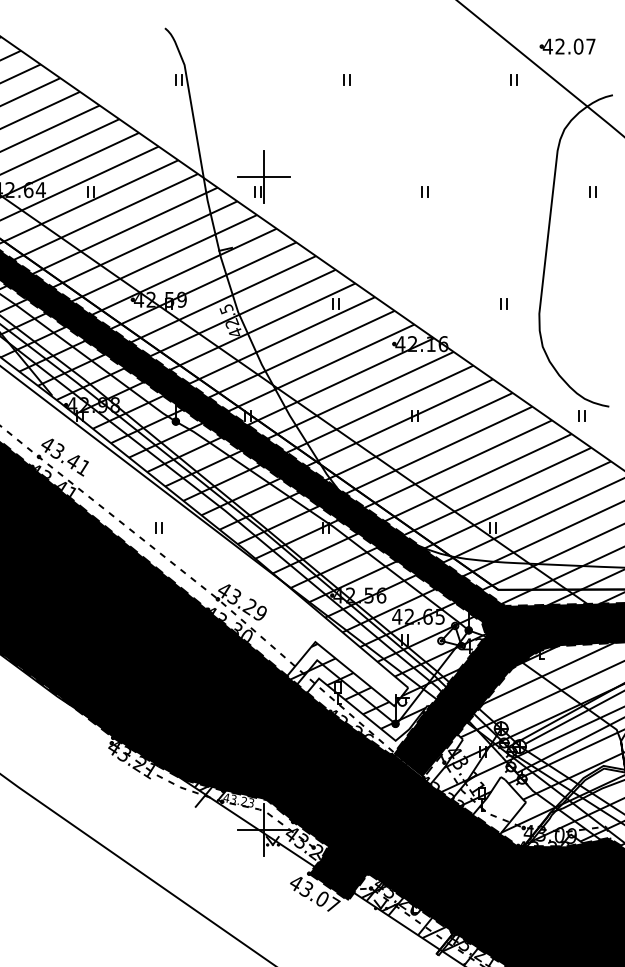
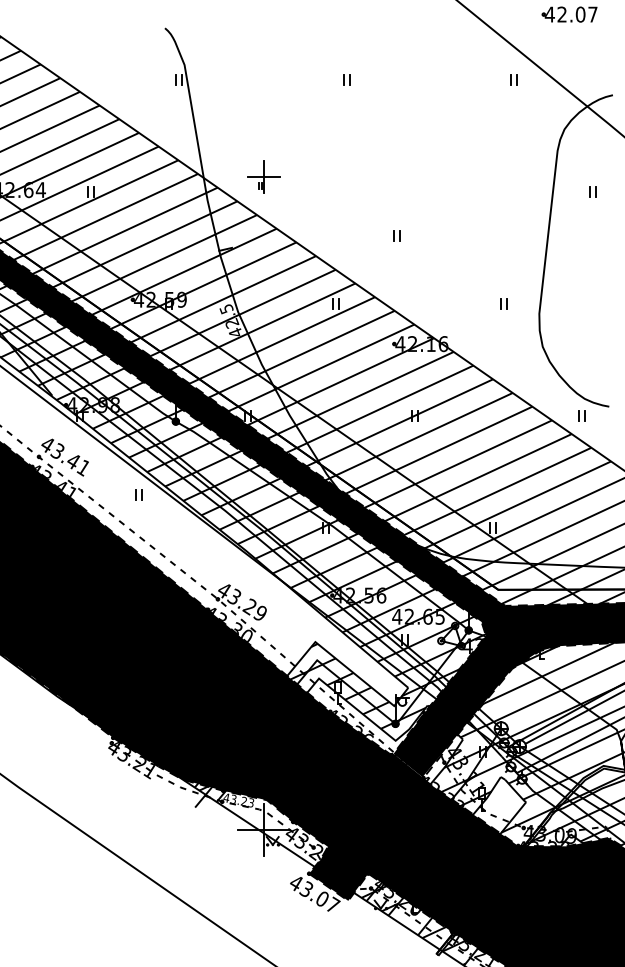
part at (567, 46) position: (567, 46) -> (569, 14)
part at (263, 176) size: 54x54 px -> 34x34 px
part at (424, 191) position: (424, 191) -> (396, 235)
part at (158, 527) position: (158, 527) -> (138, 494)
